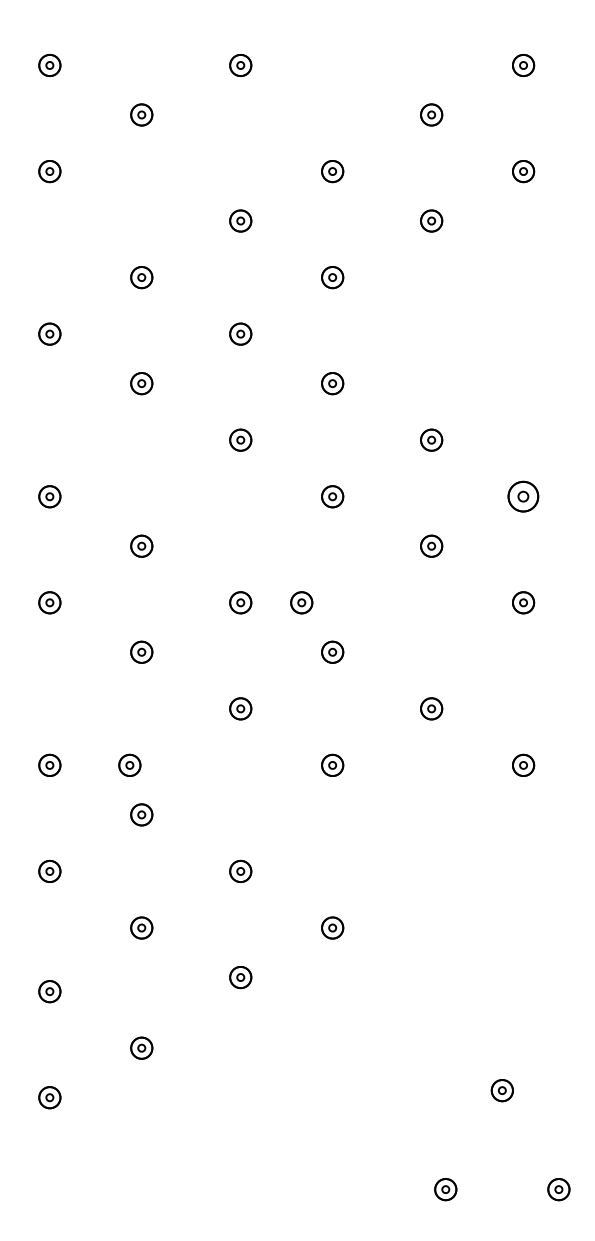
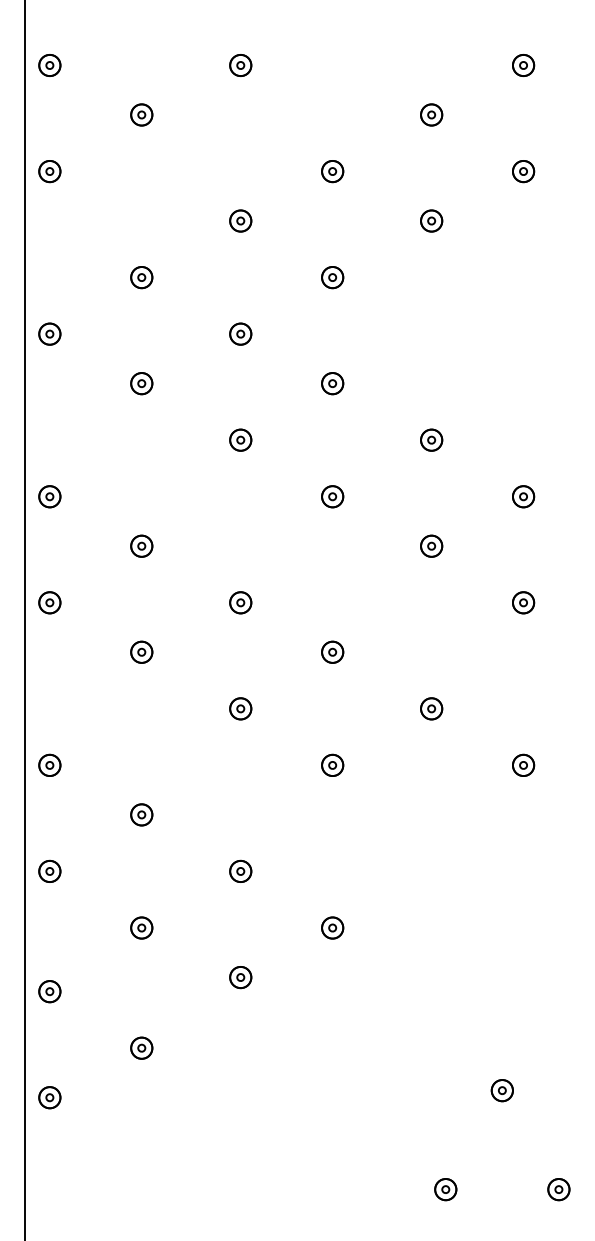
part at (523, 496) size: 33x33 px -> 24x24 px
part at (301, 602): present -> none
line at (25, 619): none -> present
part at (129, 764): present -> none
